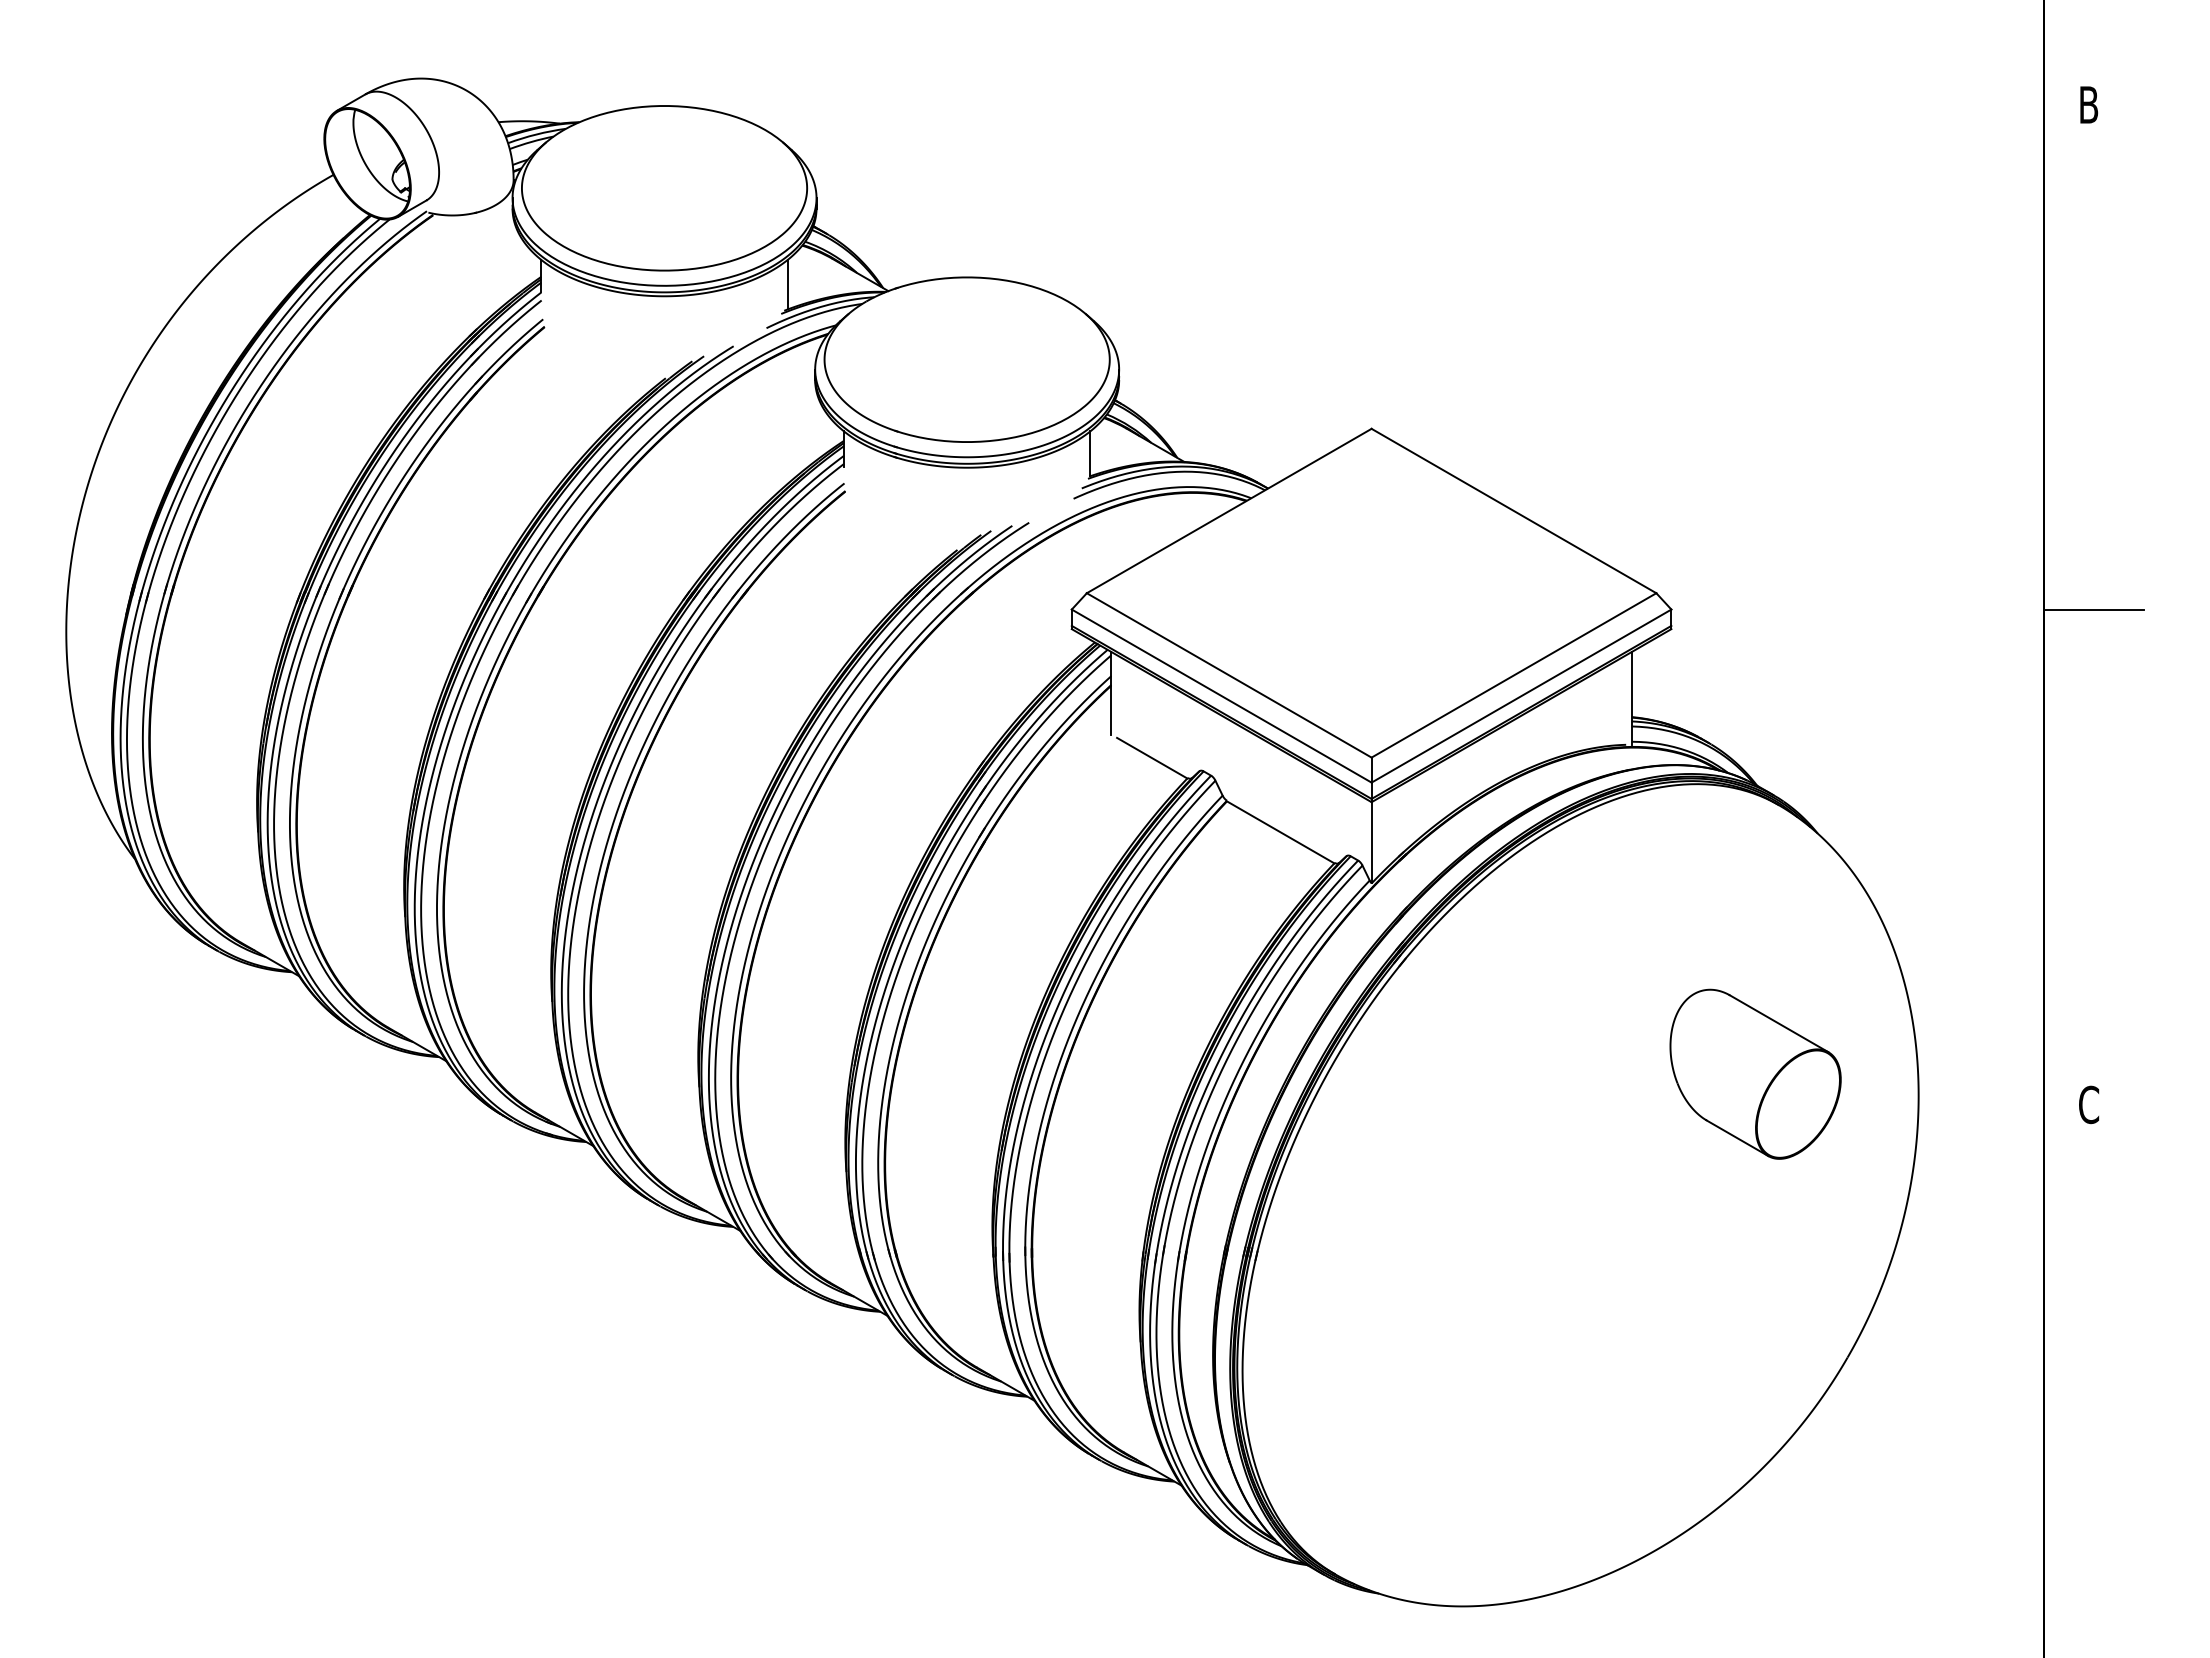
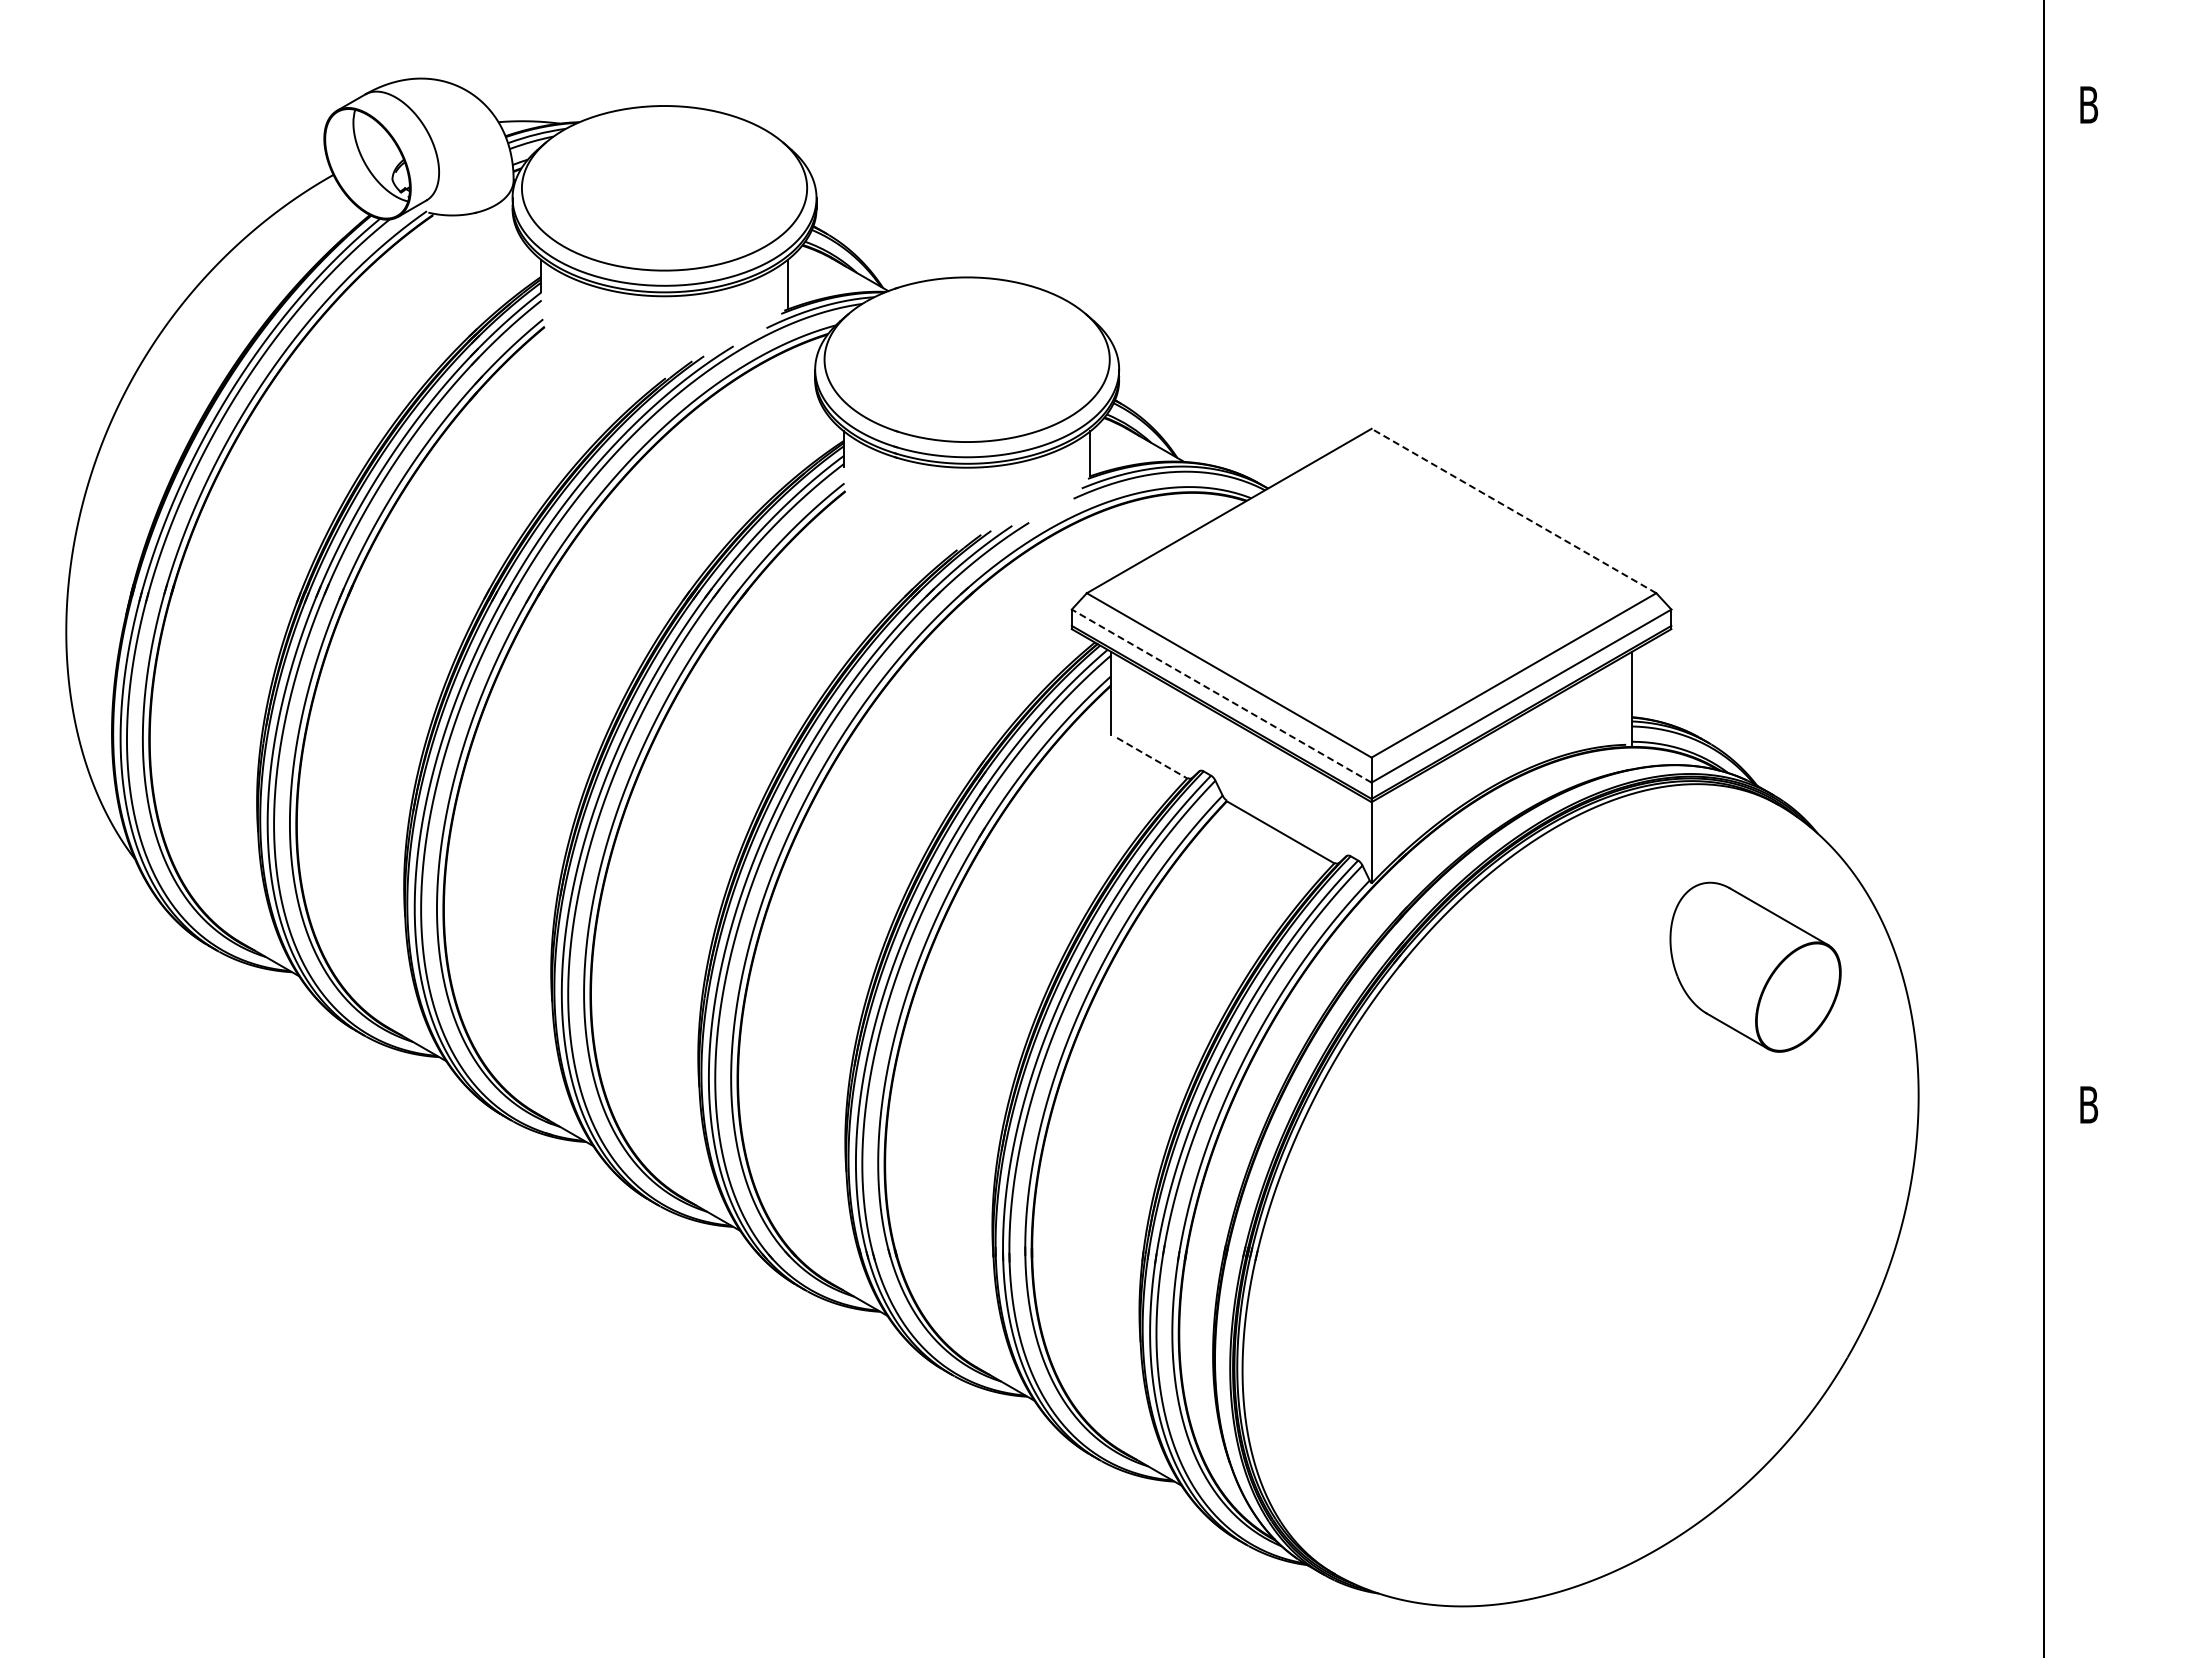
line at (1513, 510): solid -> dashed
line at (2093, 609): present -> none
line at (1221, 695): solid -> dashed
line at (1152, 758): solid -> dashed
part at (1755, 1073) position: (1755, 1073) -> (1755, 966)
text at (2089, 1104): C -> B
